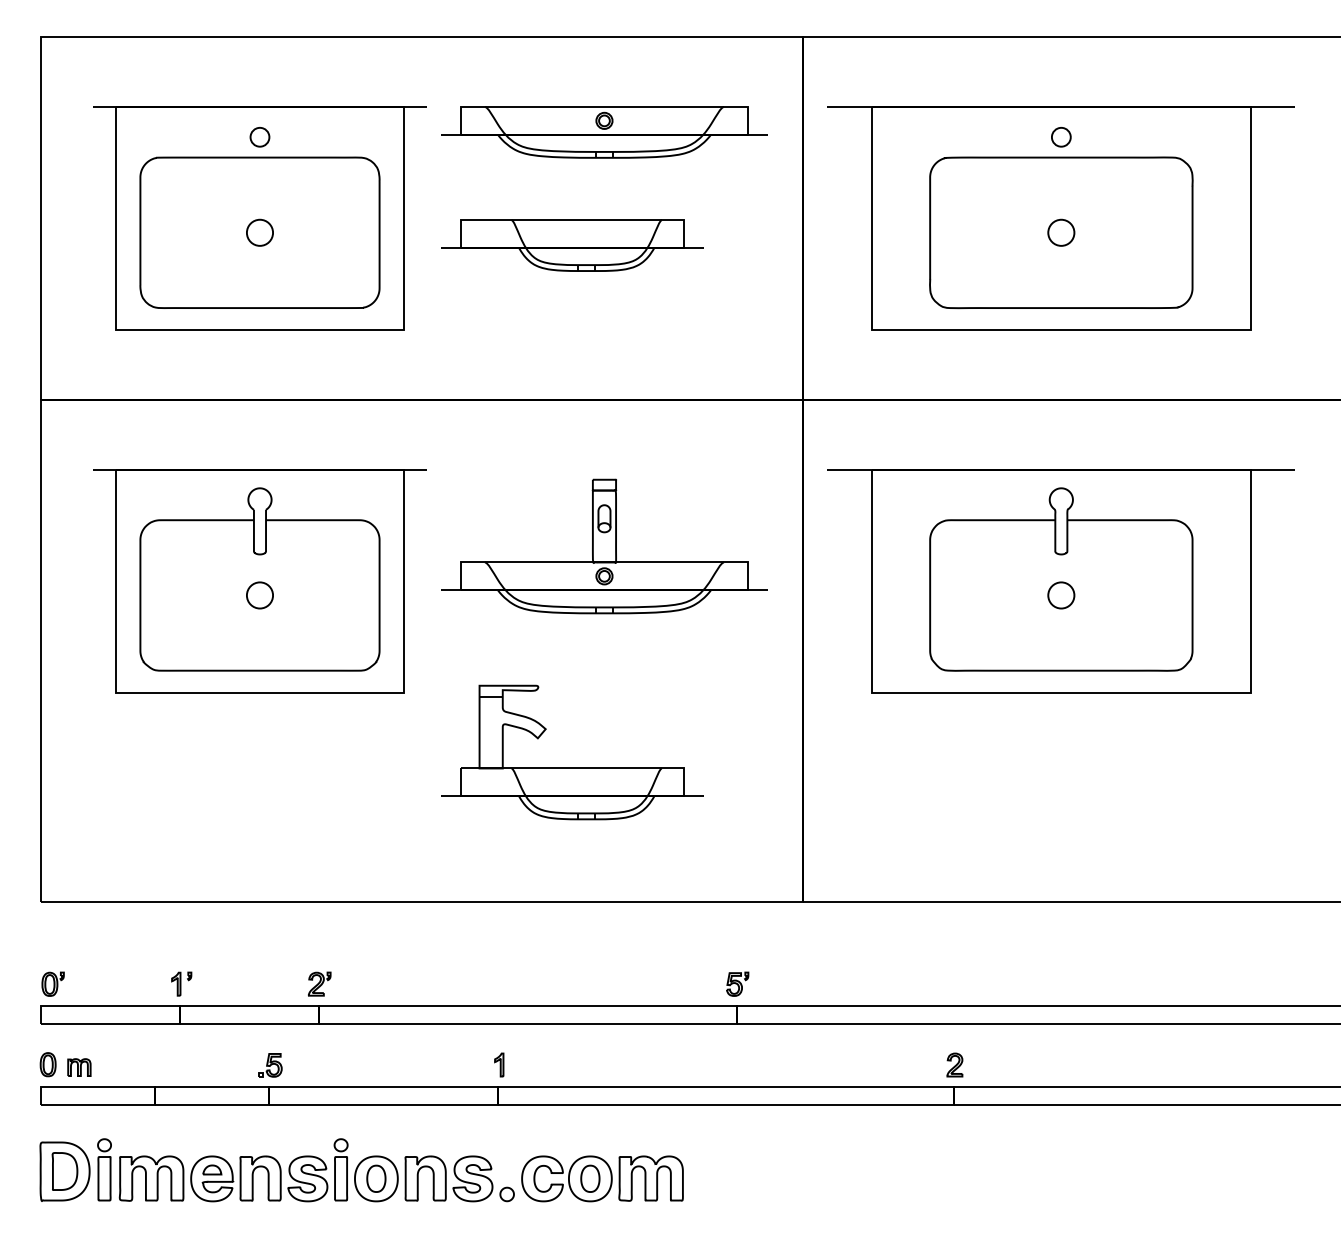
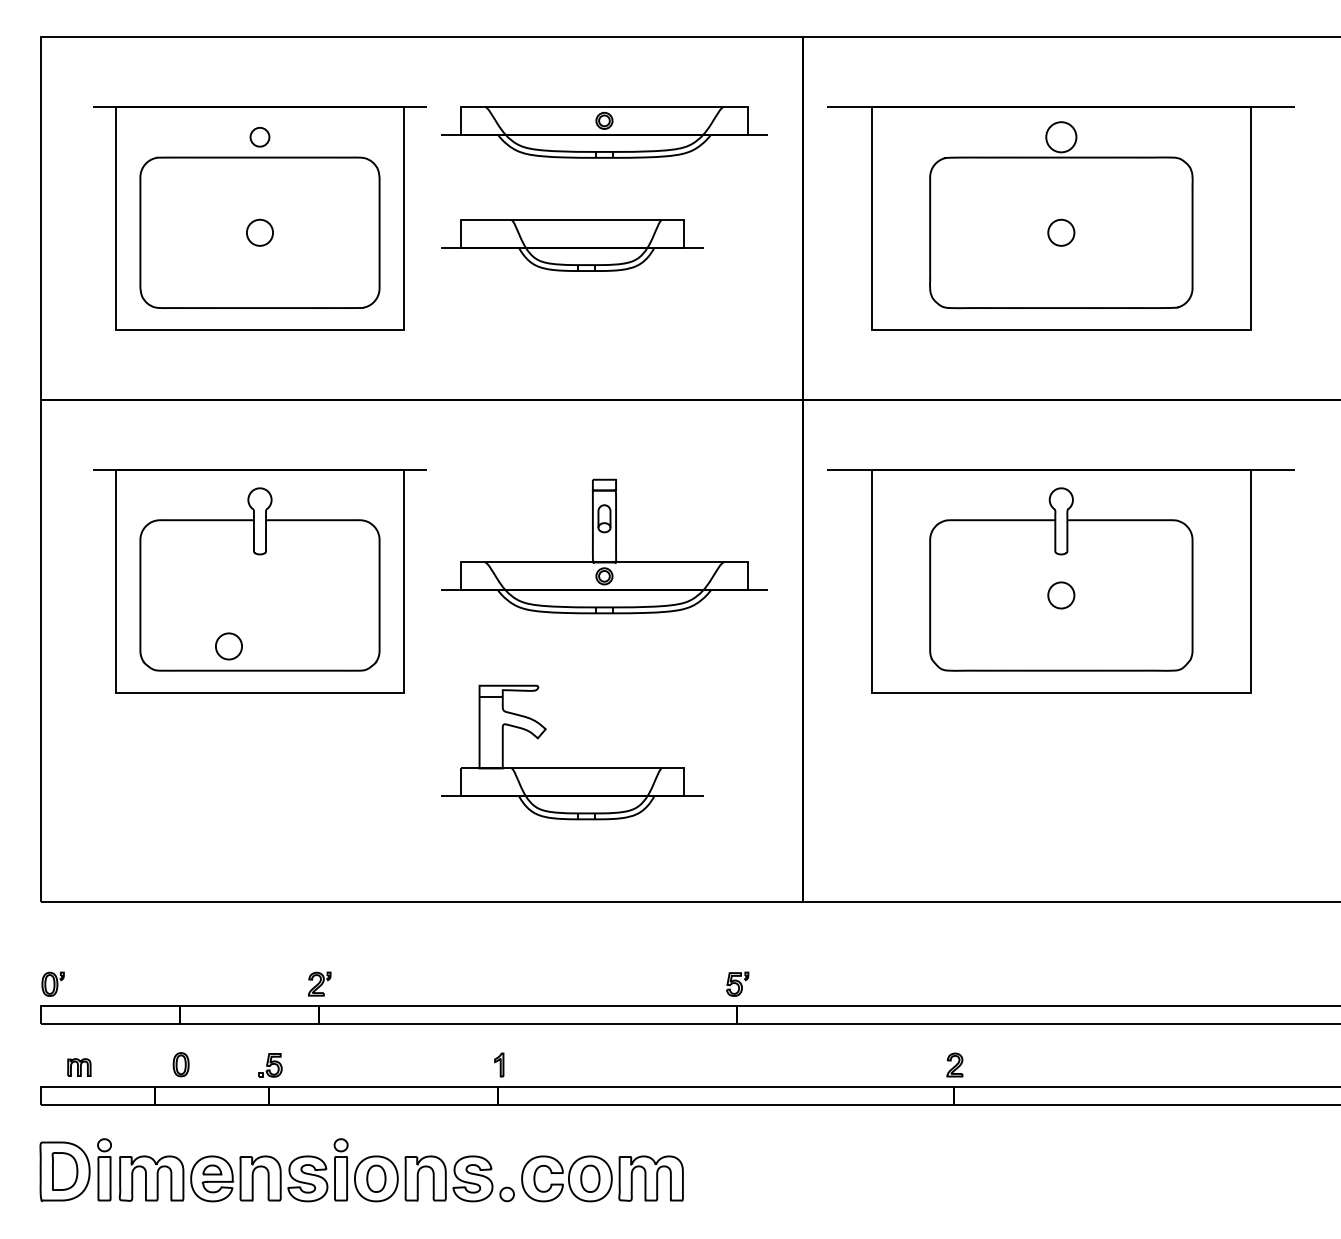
circle at (1060, 136) diameter: 19 px -> 30 px
circle at (259, 595) position: (259, 595) -> (228, 646)
part at (181, 983): present -> none
part at (47, 1064) position: (47, 1064) -> (180, 1064)
